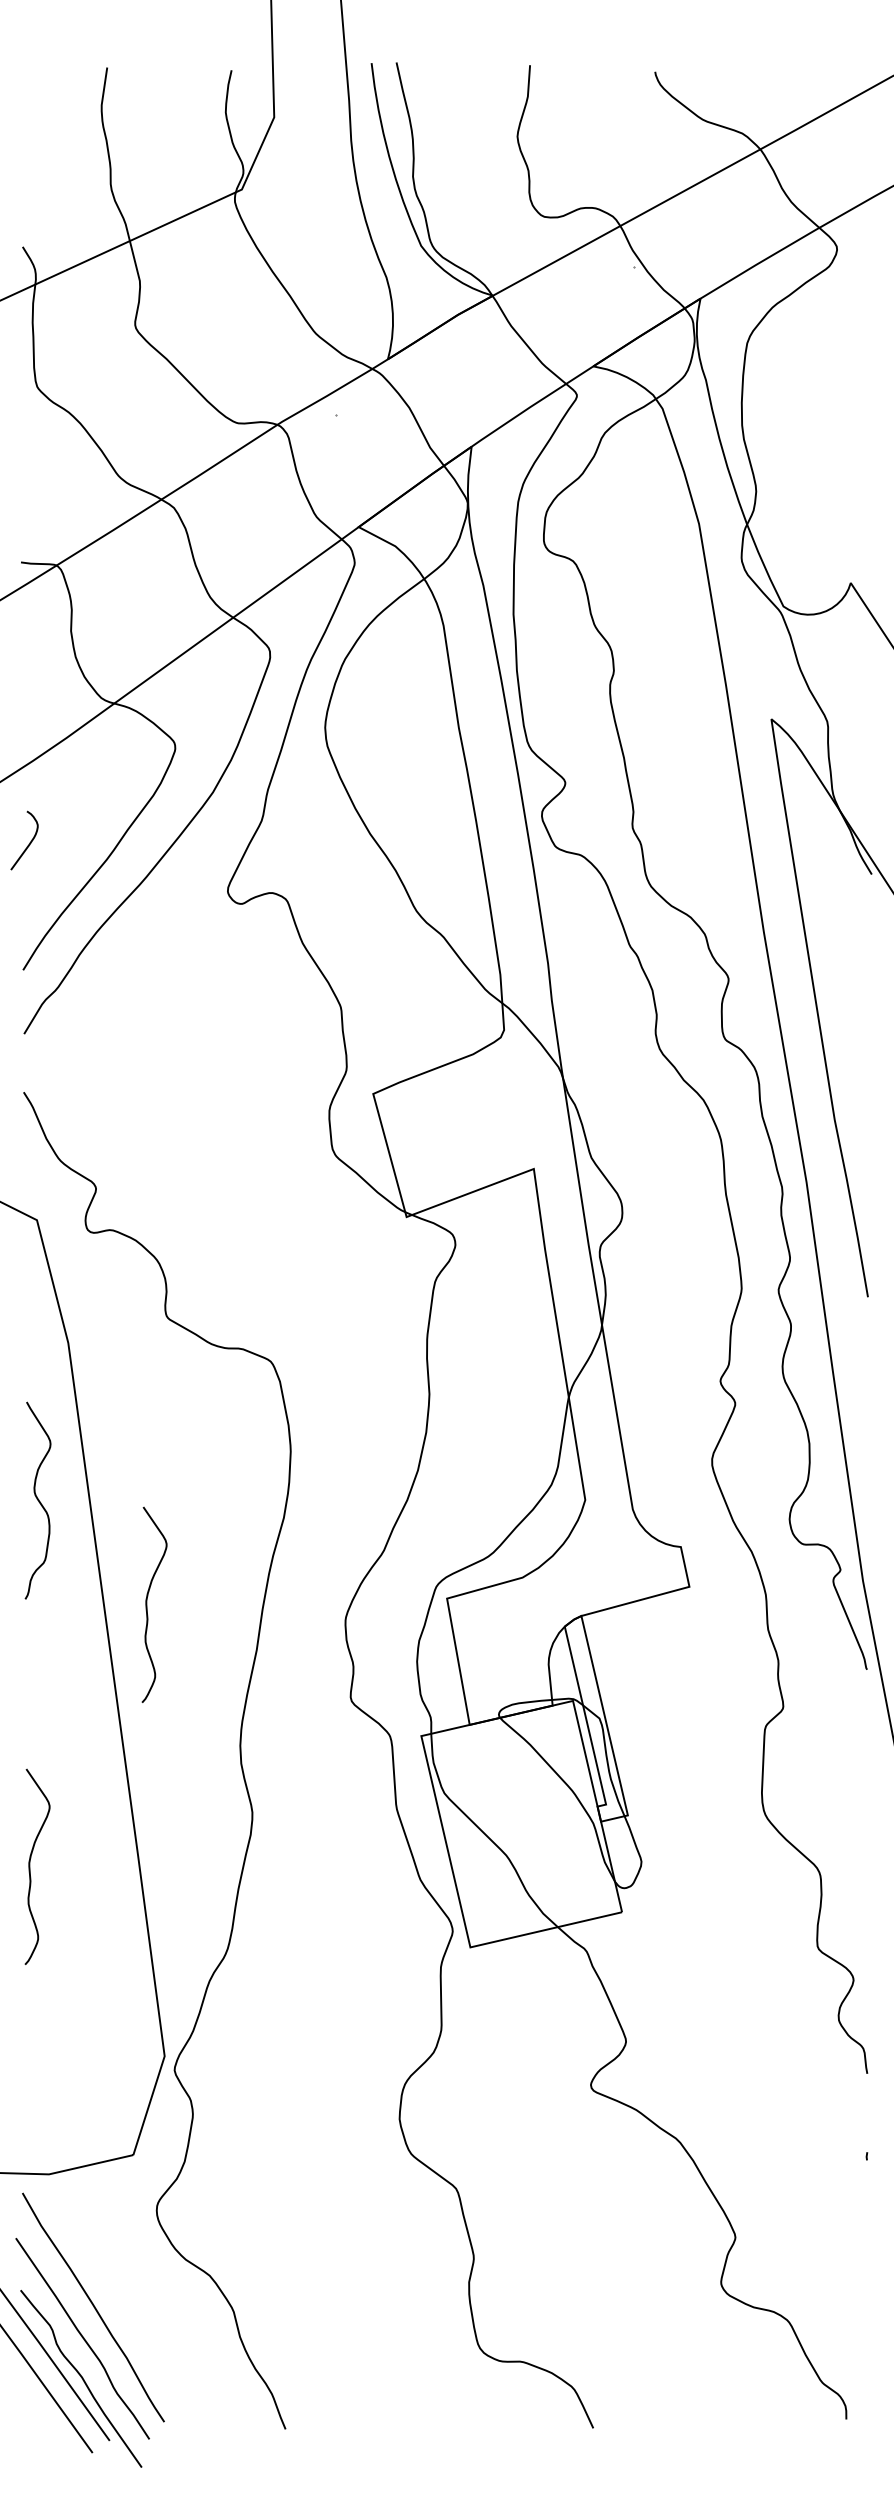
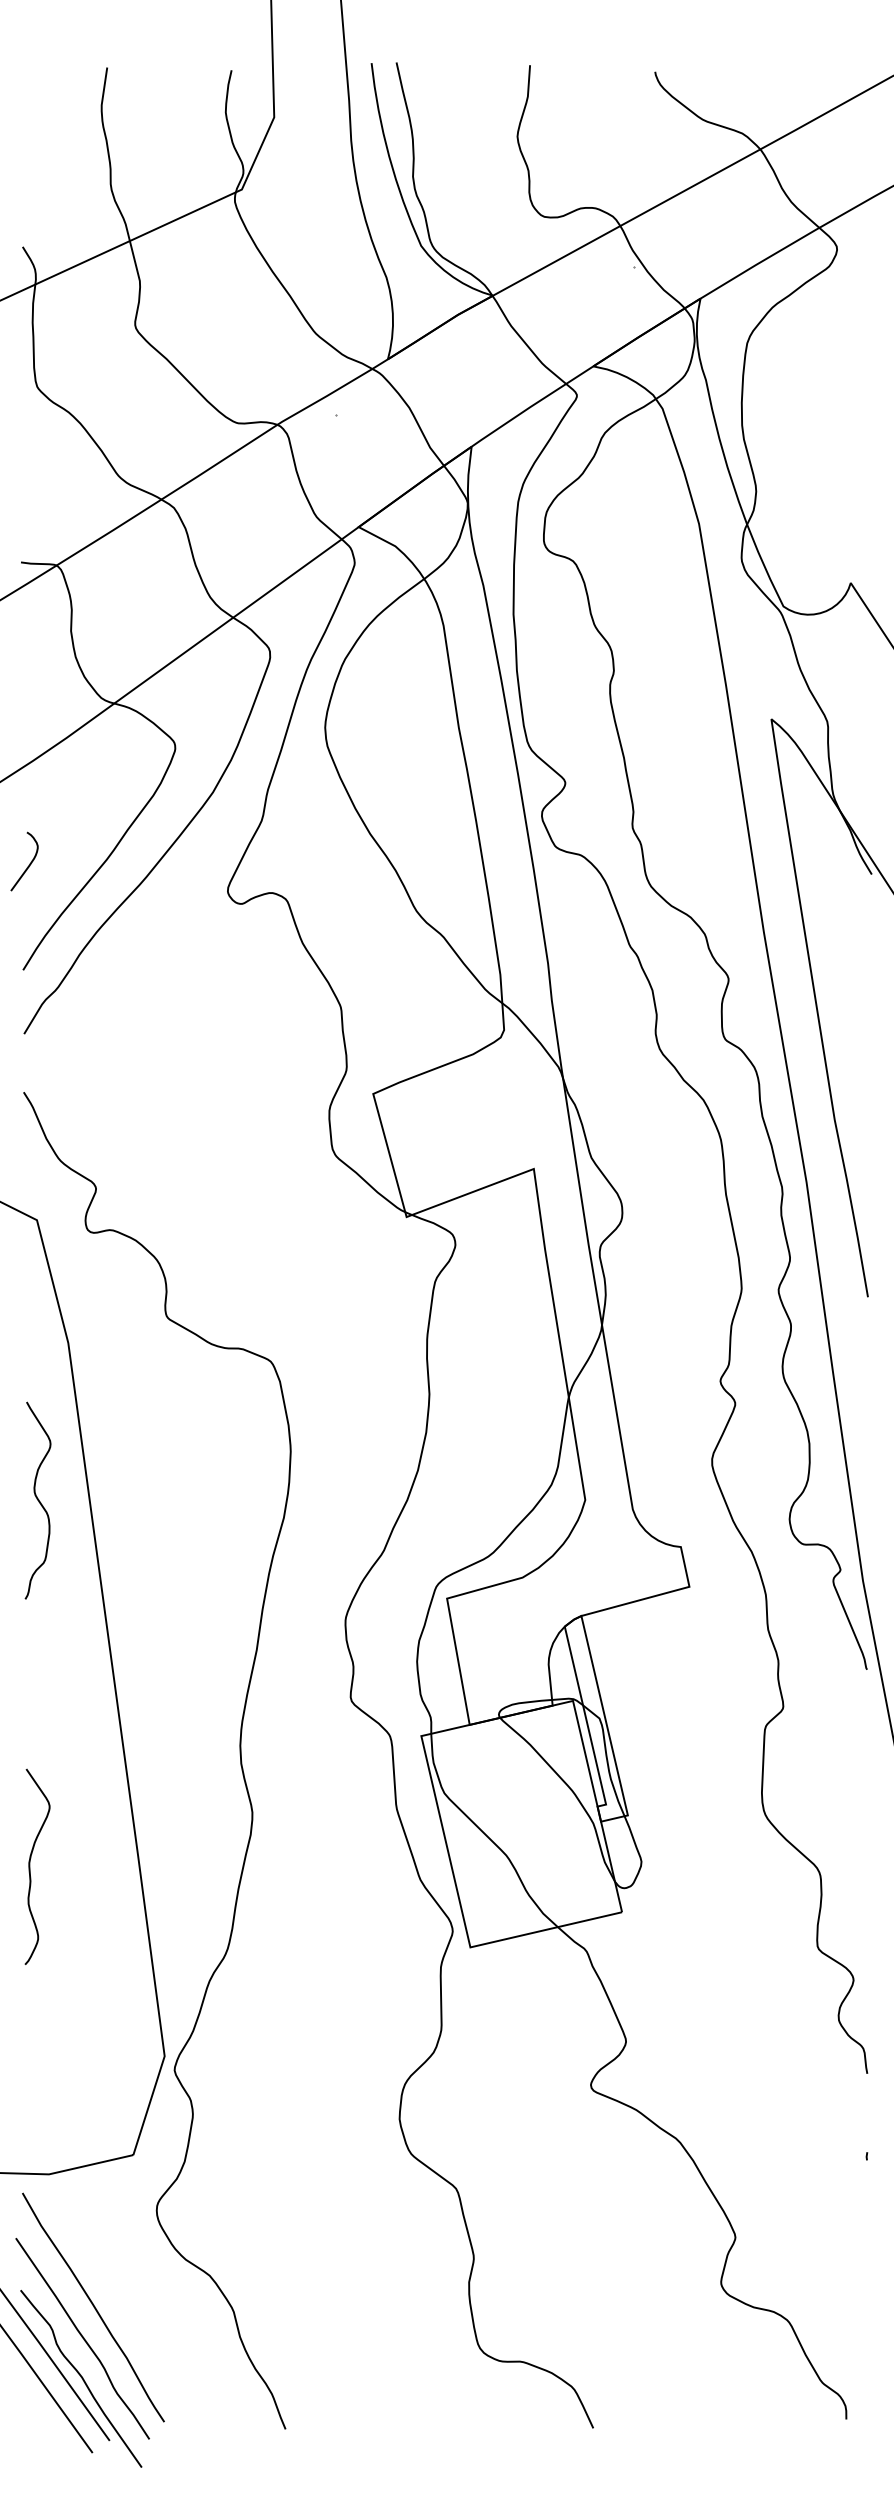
curve at (29, 842) position: (29, 842) -> (29, 863)
curve at (147, 1604): present -> none
